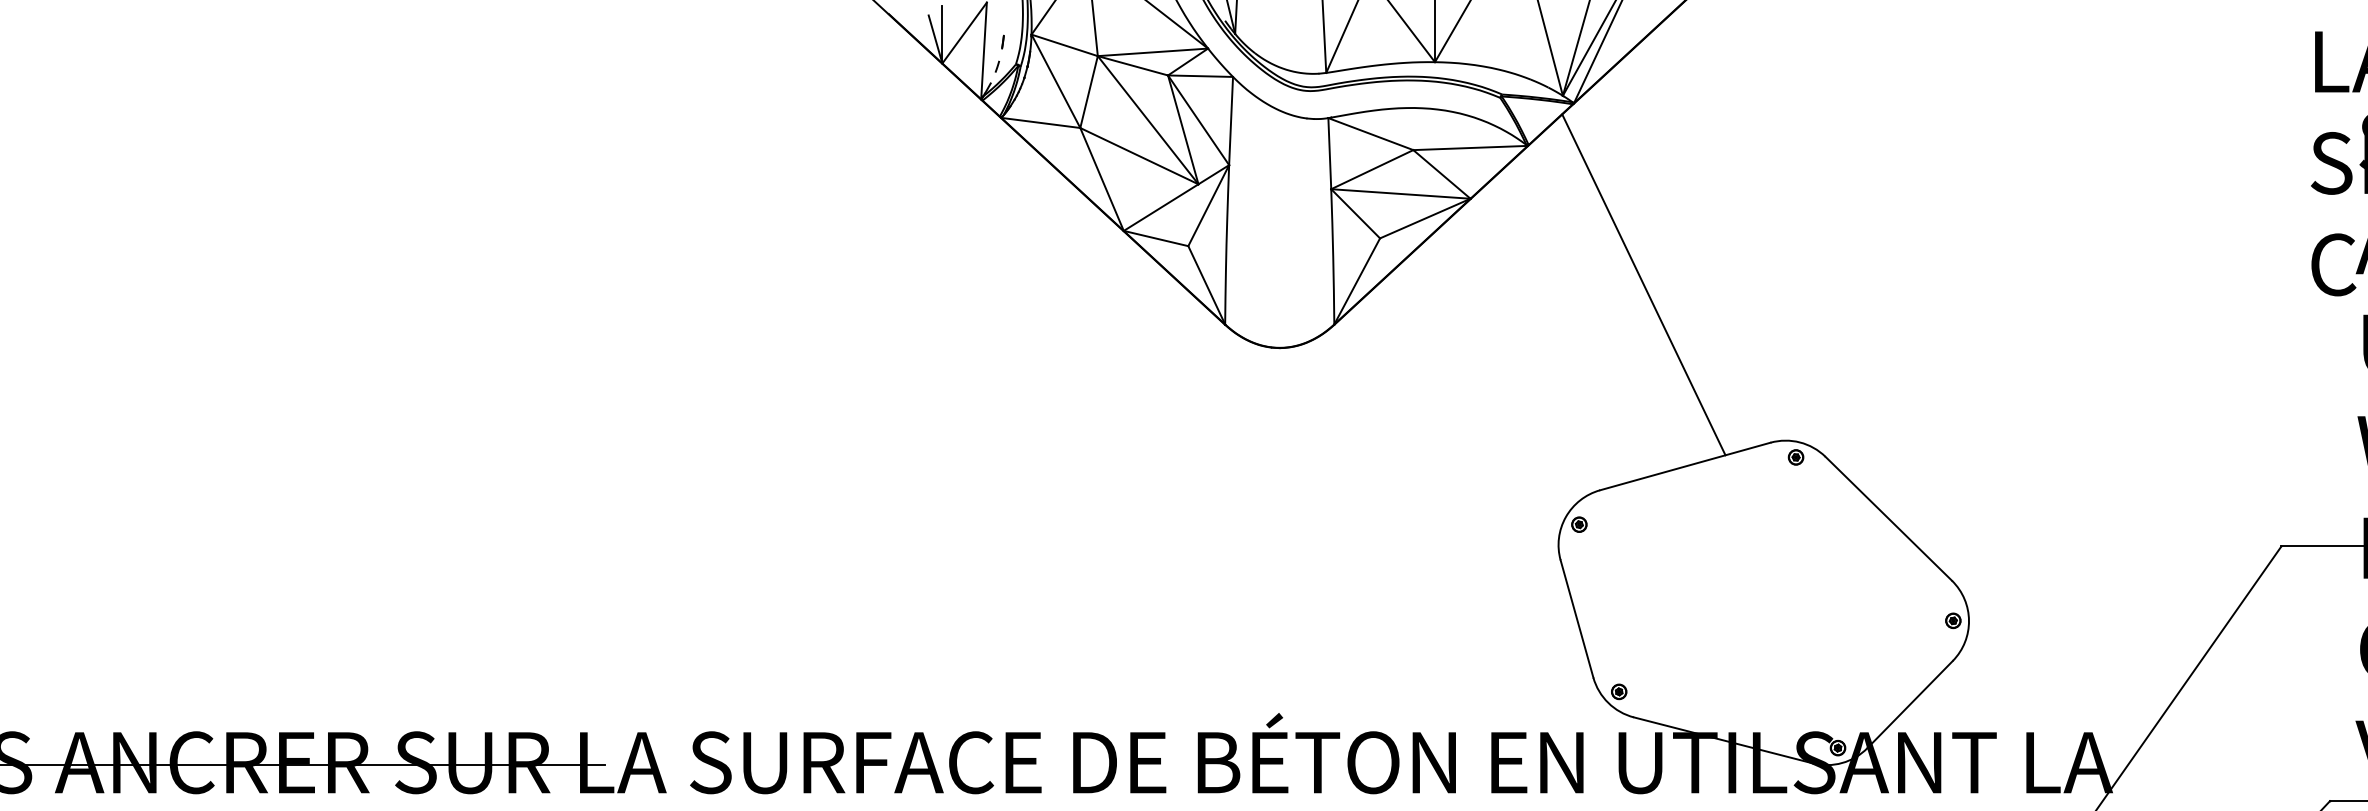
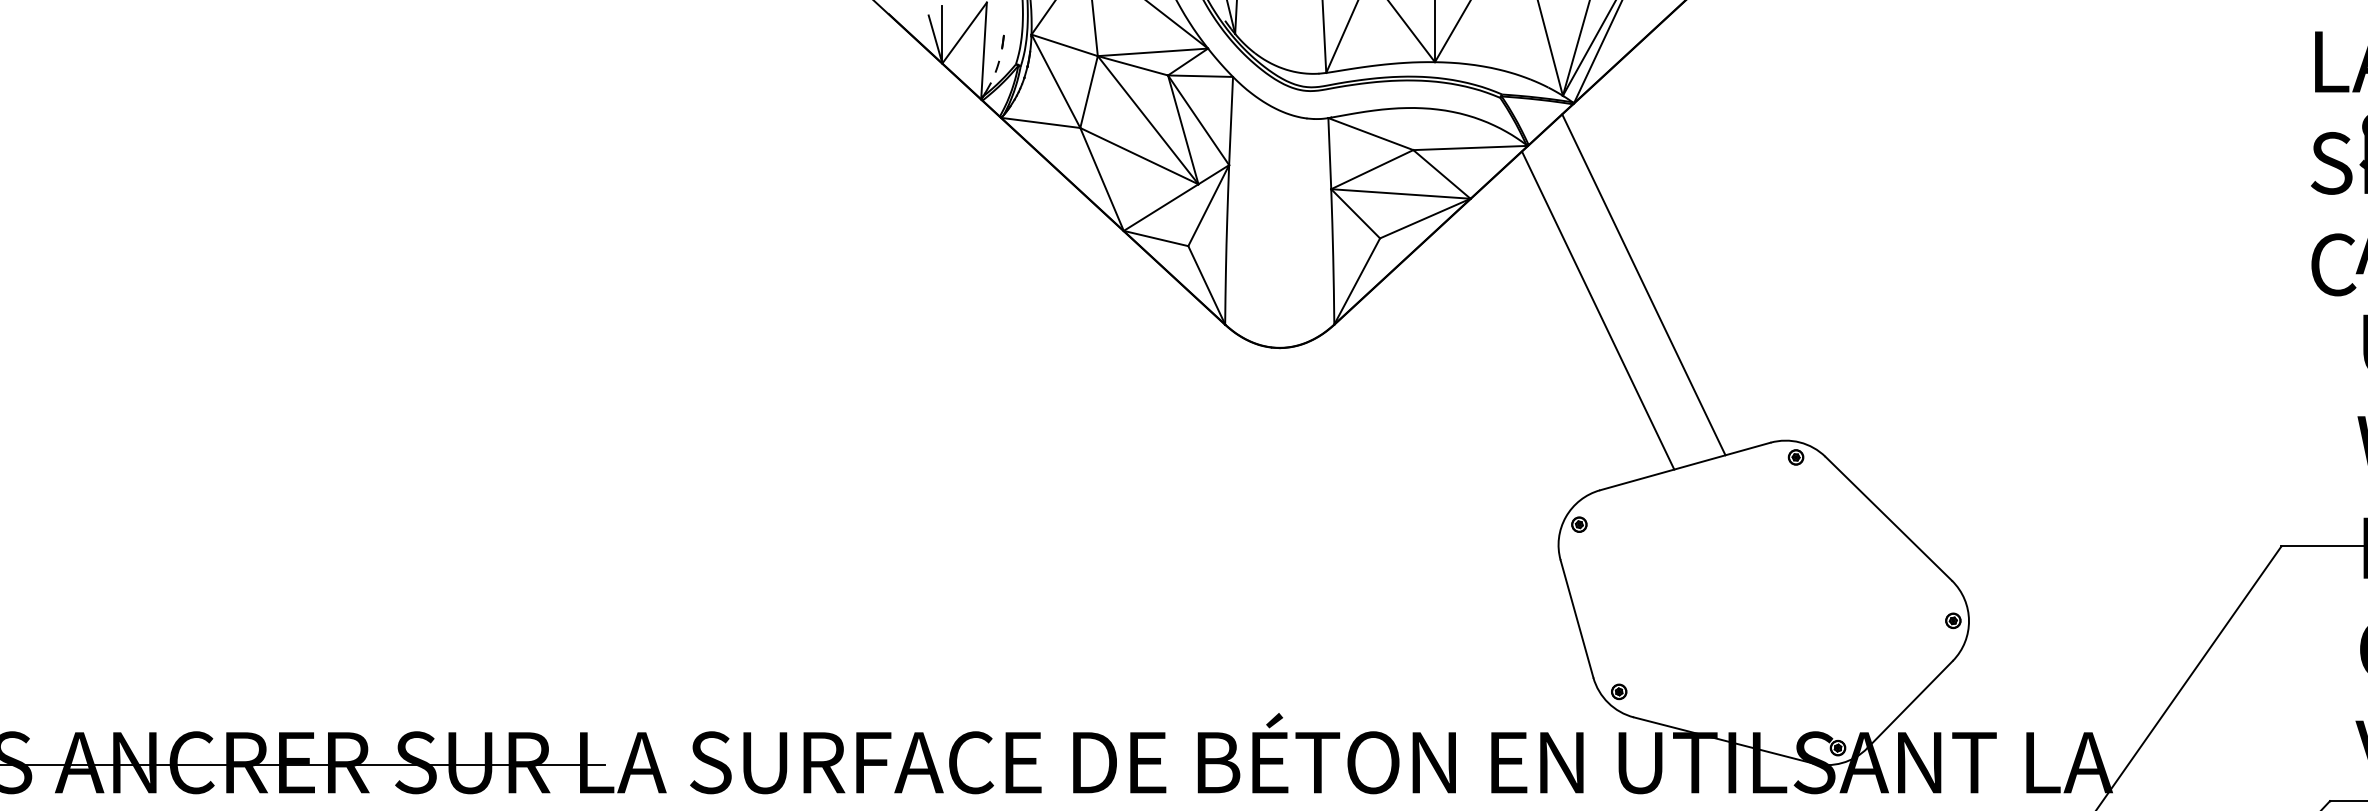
line at (1598, 310): none -> present
